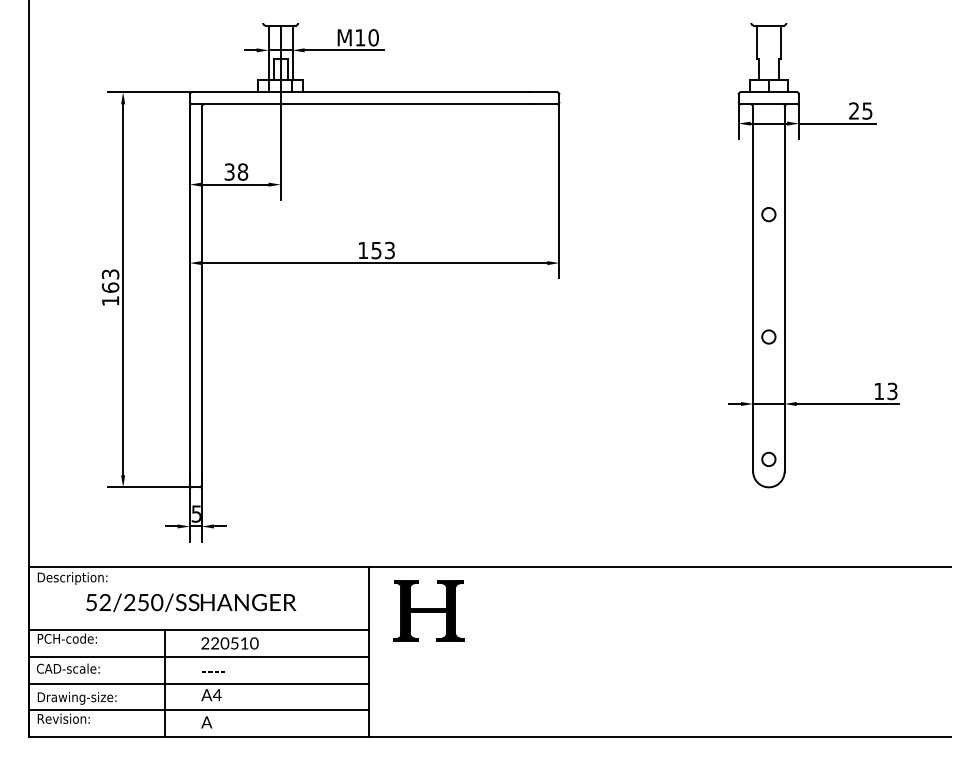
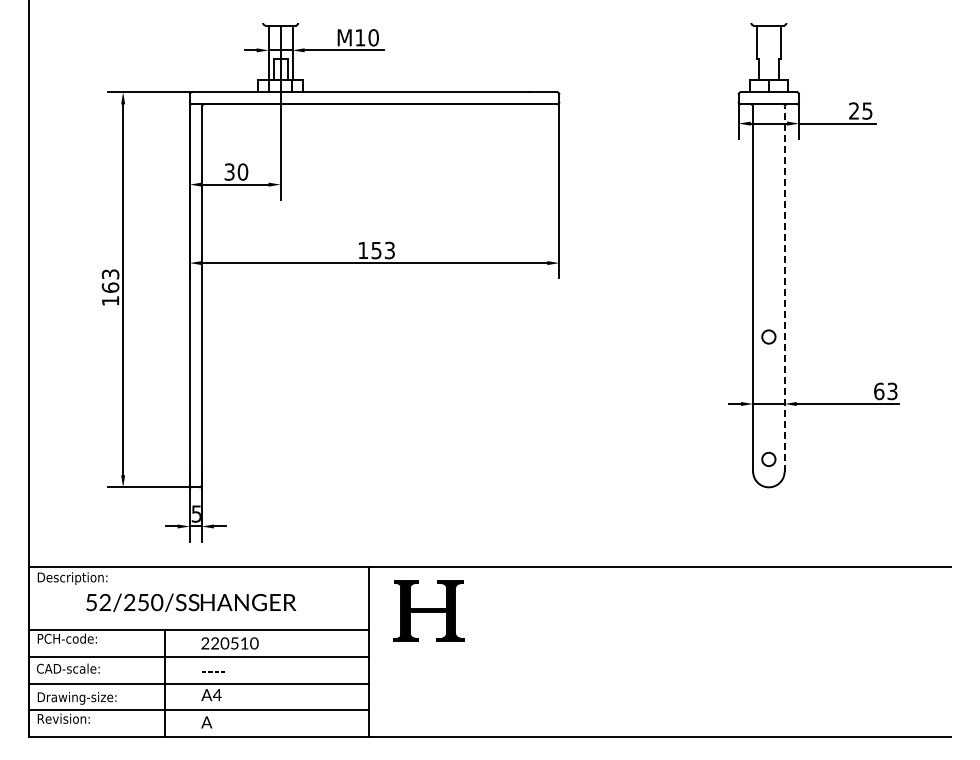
text at (242, 171): 38 -> 30
circle at (768, 214): present -> none
line at (784, 288): solid -> dashed
text at (879, 391): 13 -> 63
